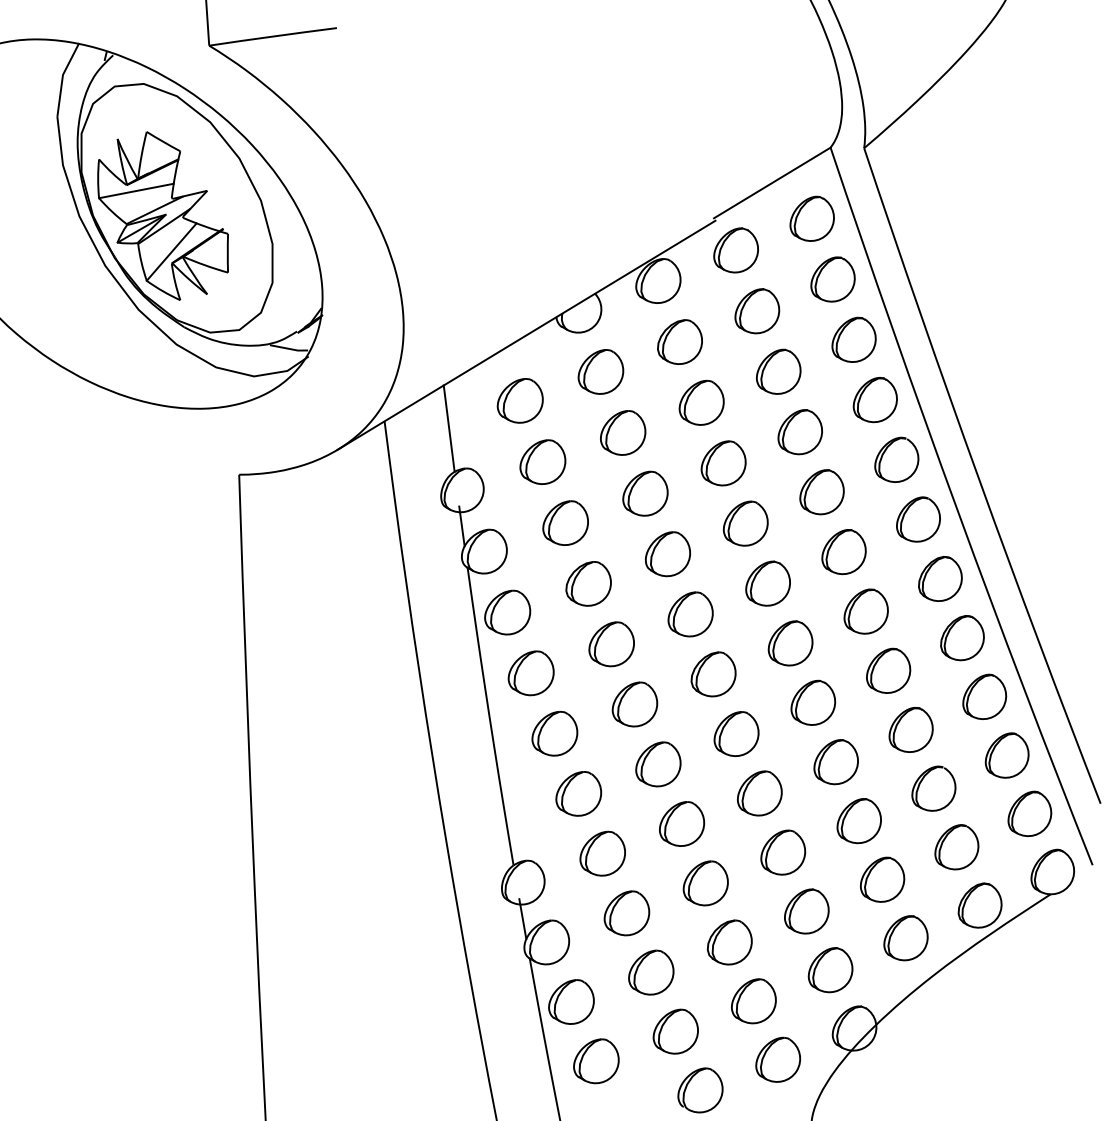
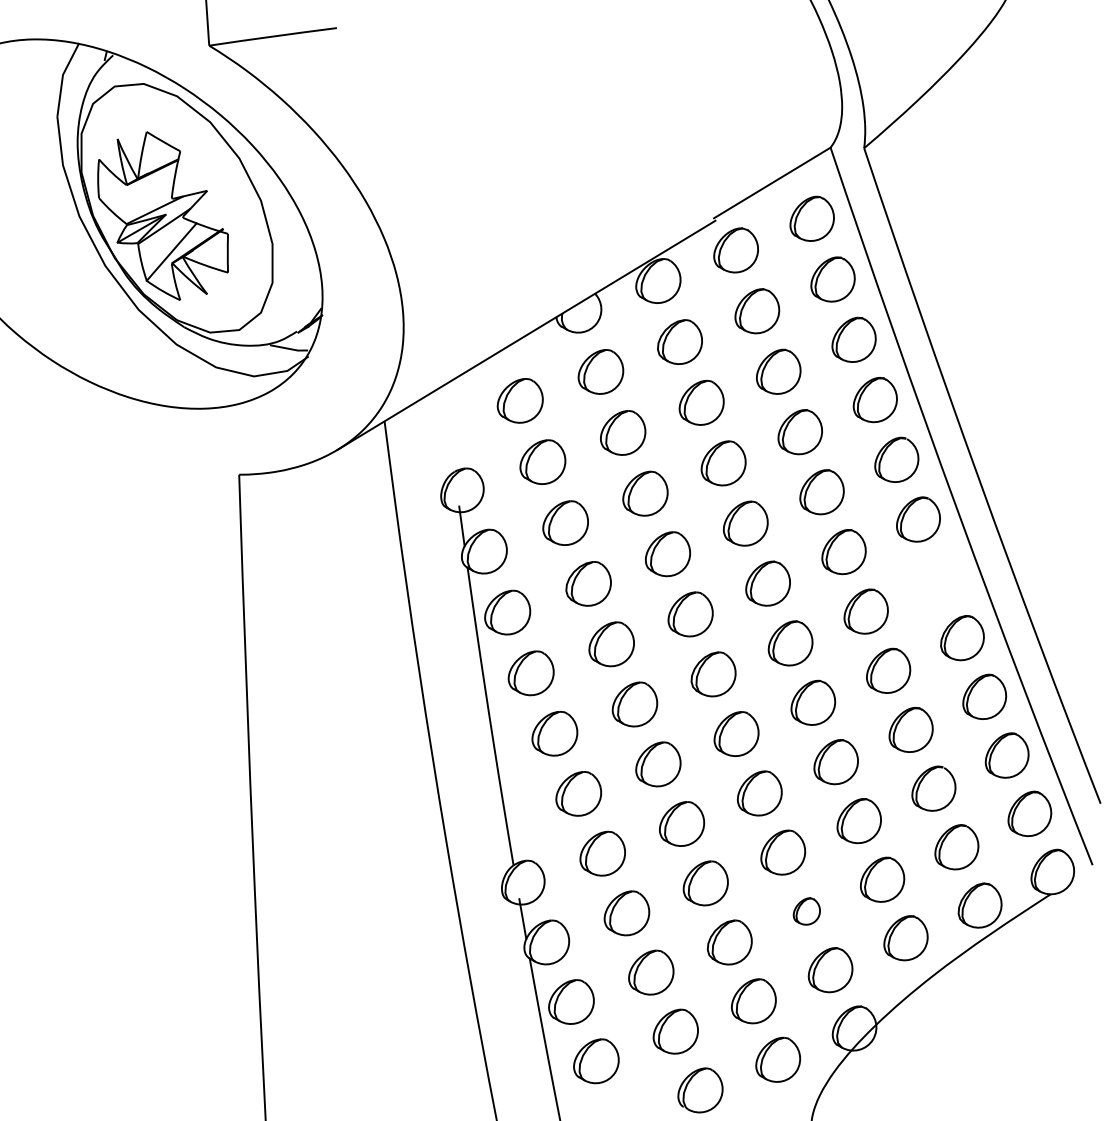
line at (136, 190): present -> none
line at (448, 428): present -> none
part at (940, 578): present -> none
part at (806, 911) size: 46x47 px -> 29x29 px
